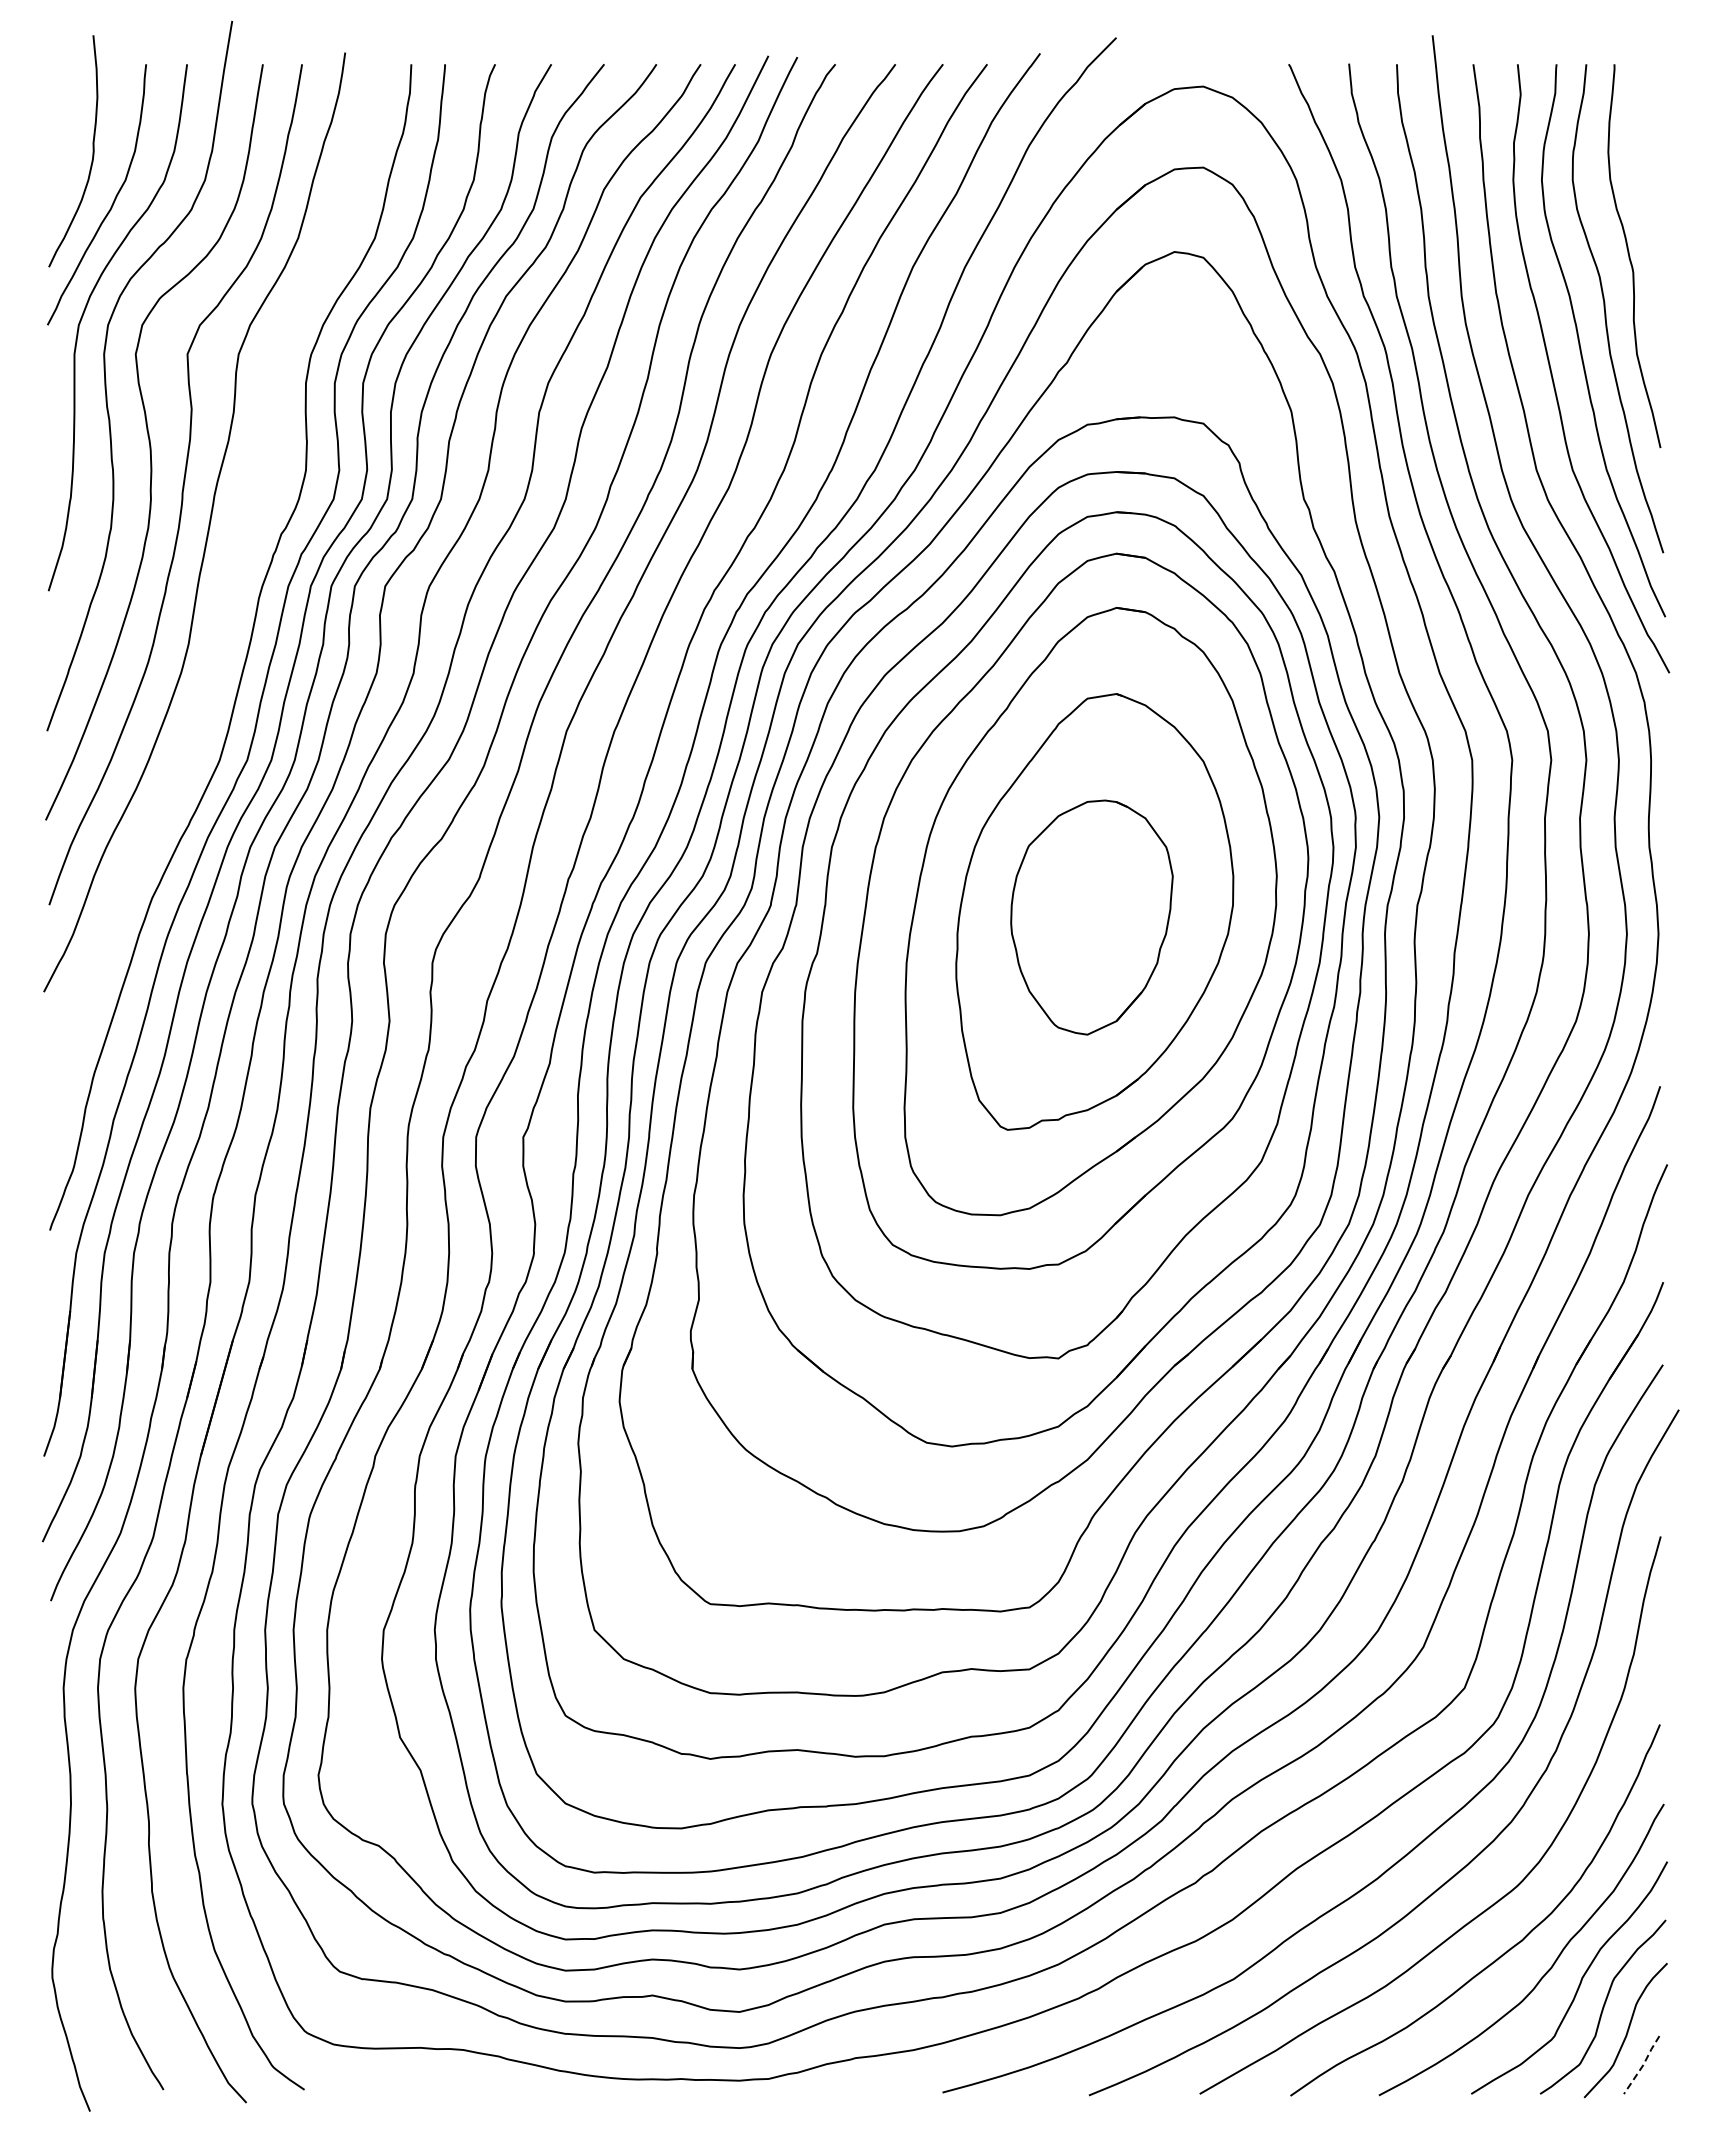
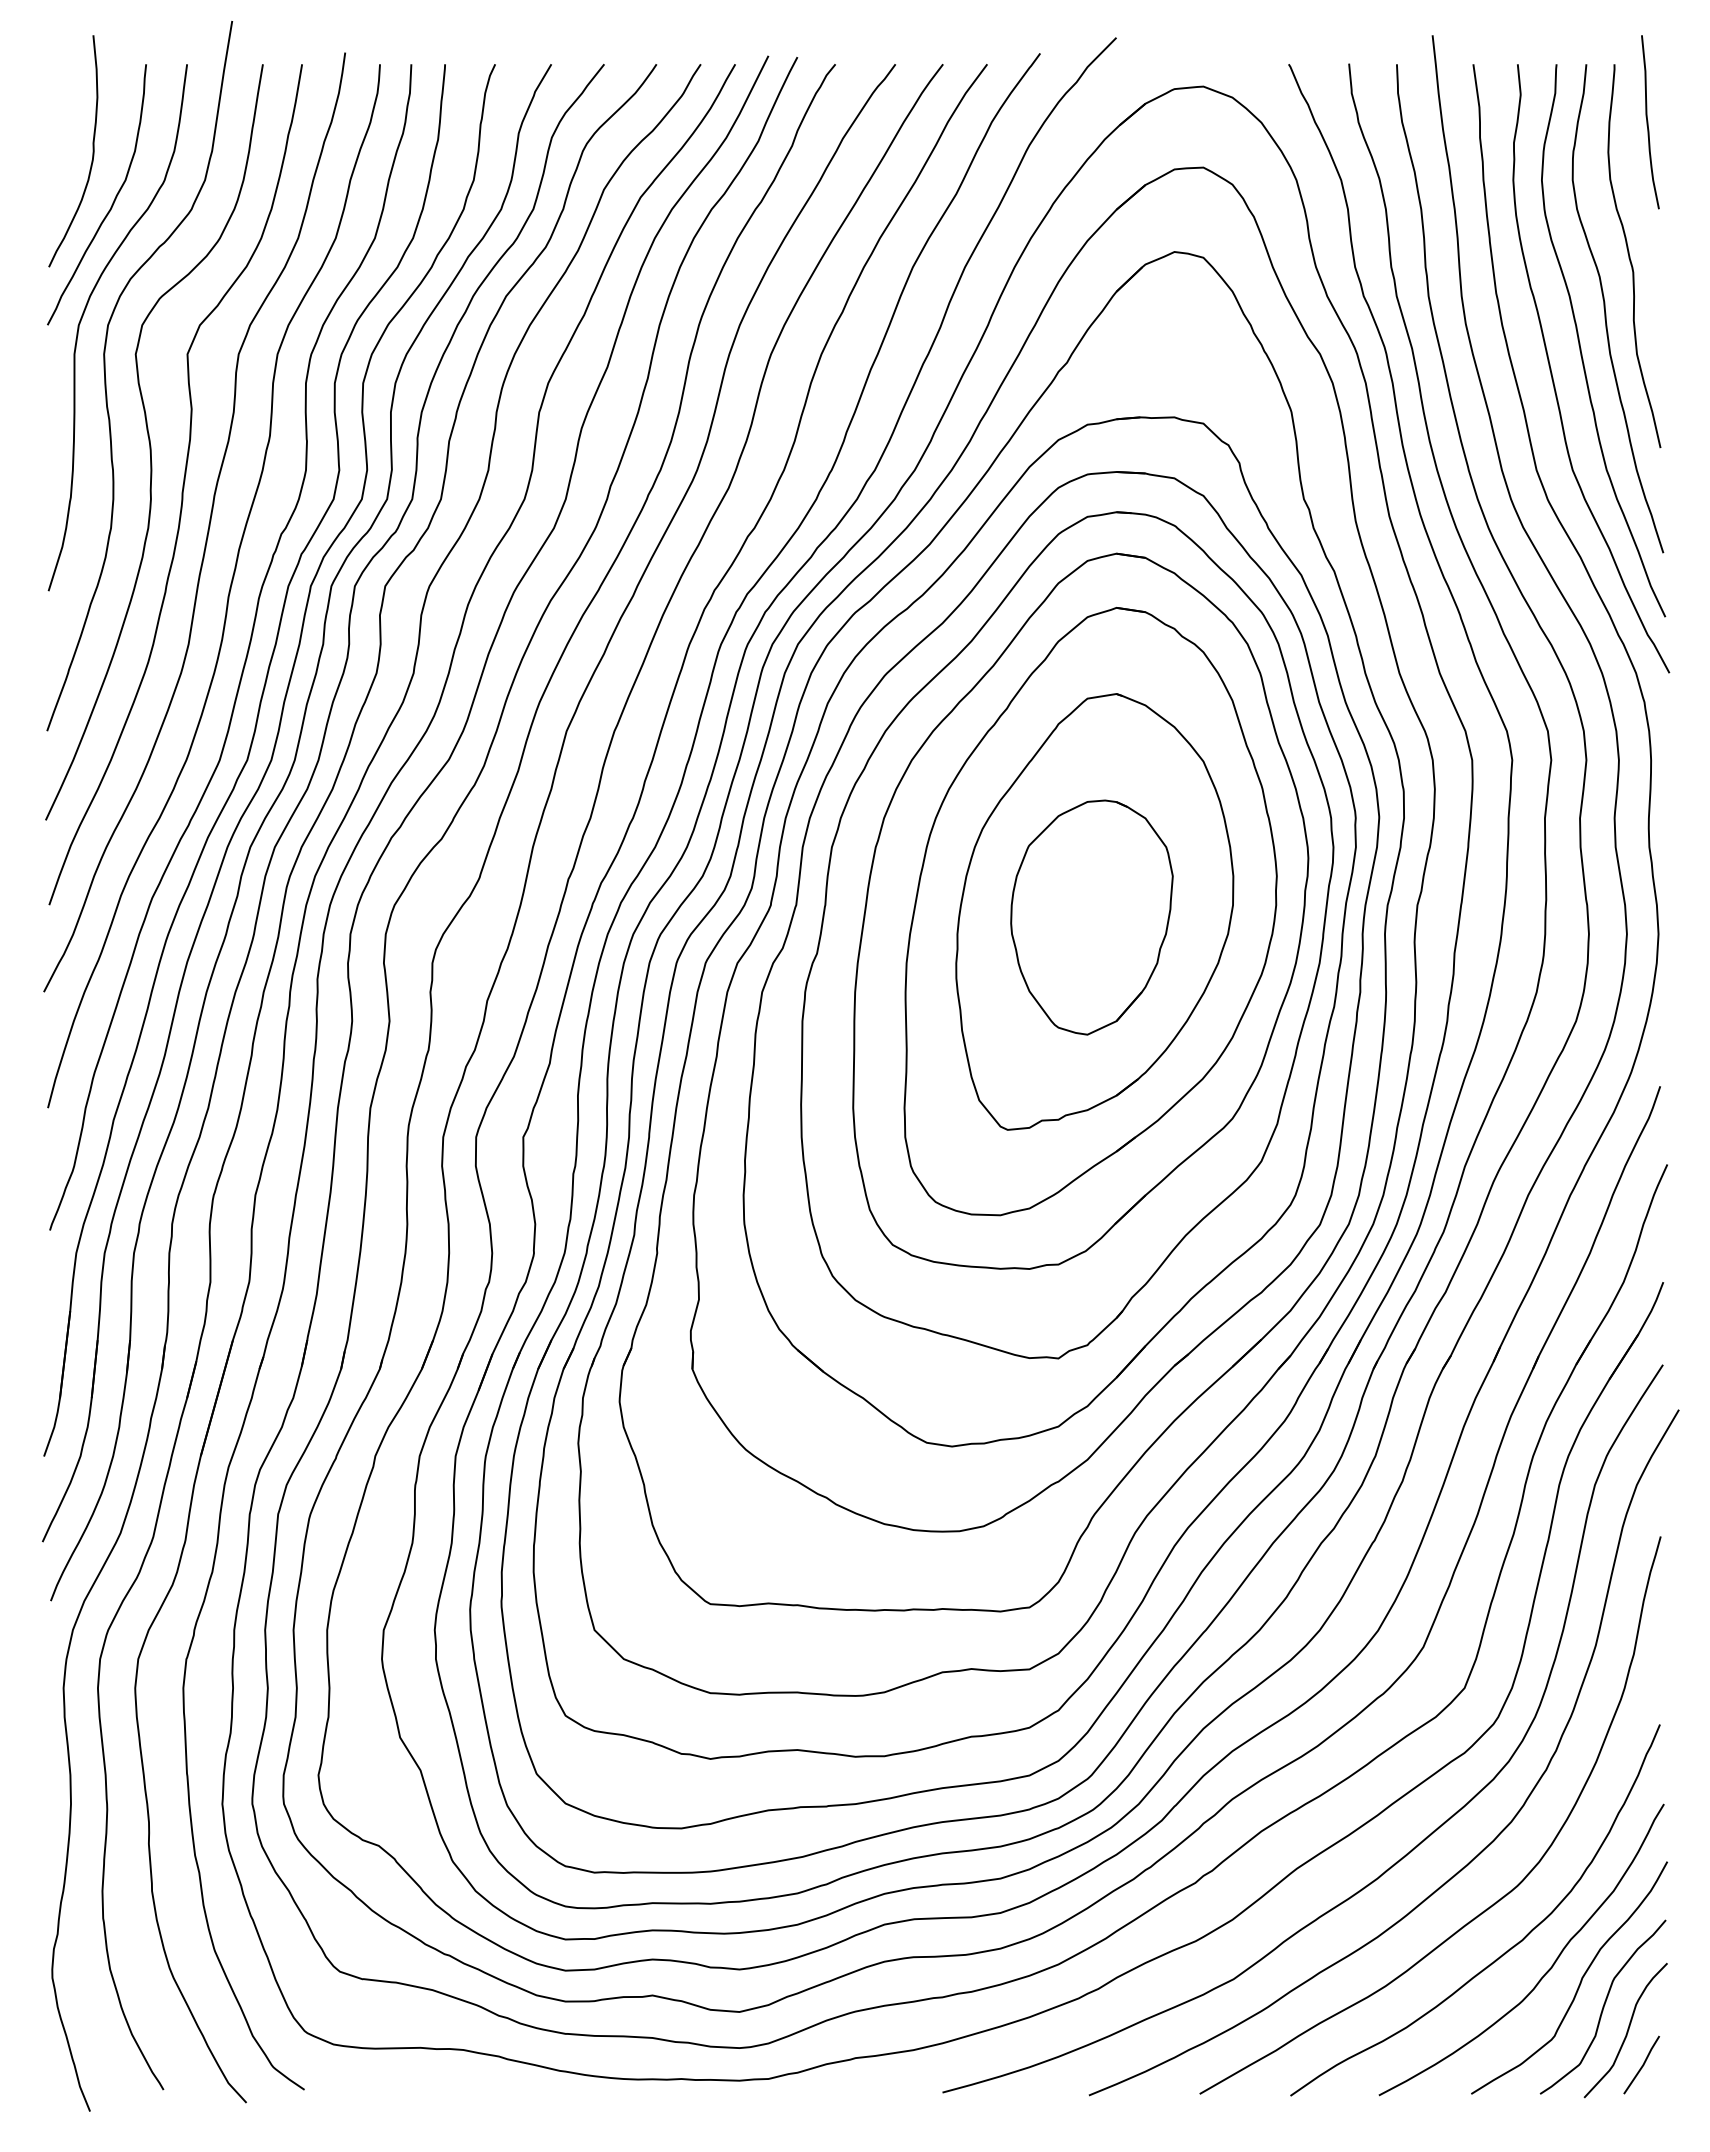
curve at (1648, 122): none -> present
curve at (228, 591): none -> present
line at (1643, 2065): dashed -> solid
